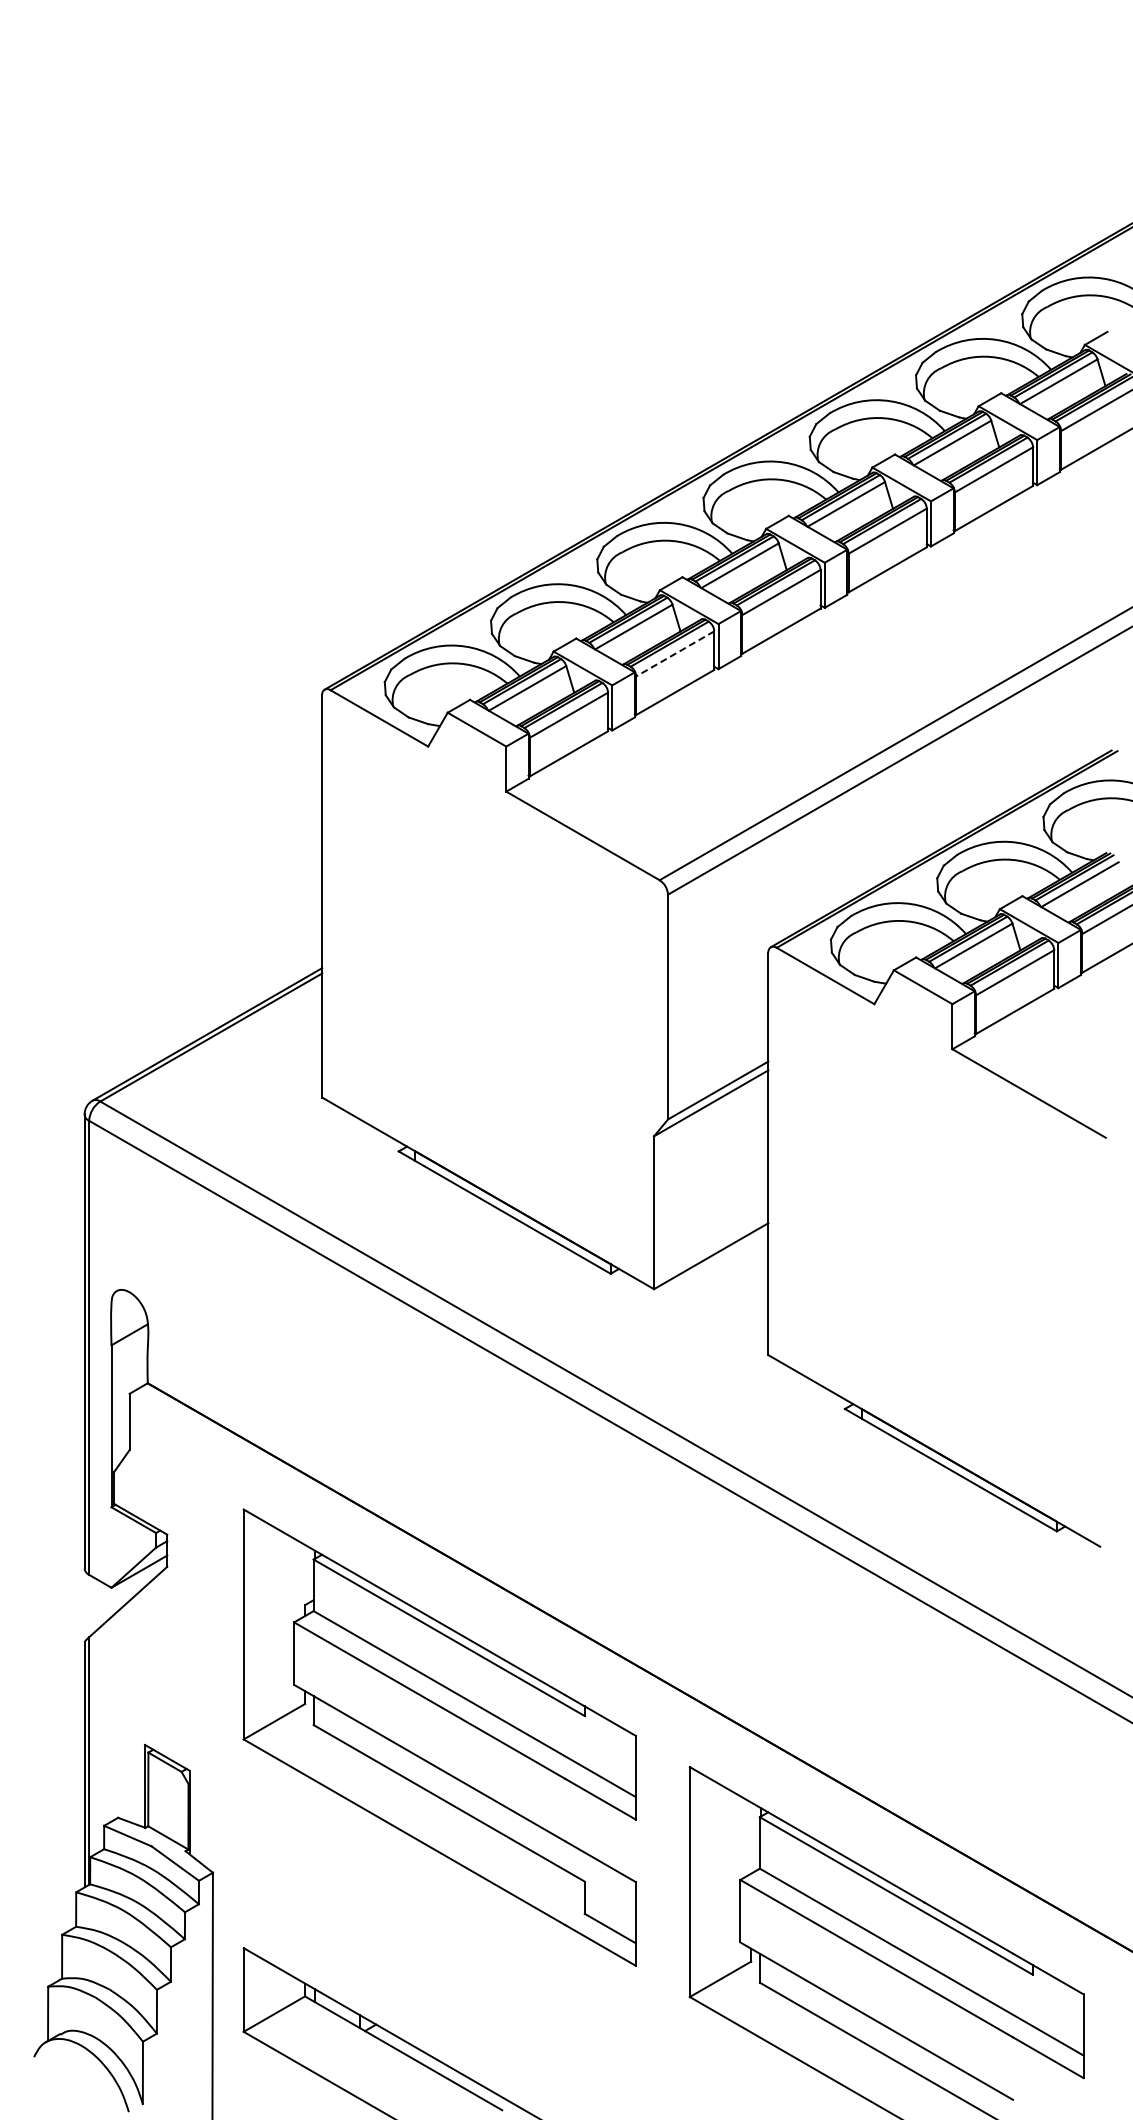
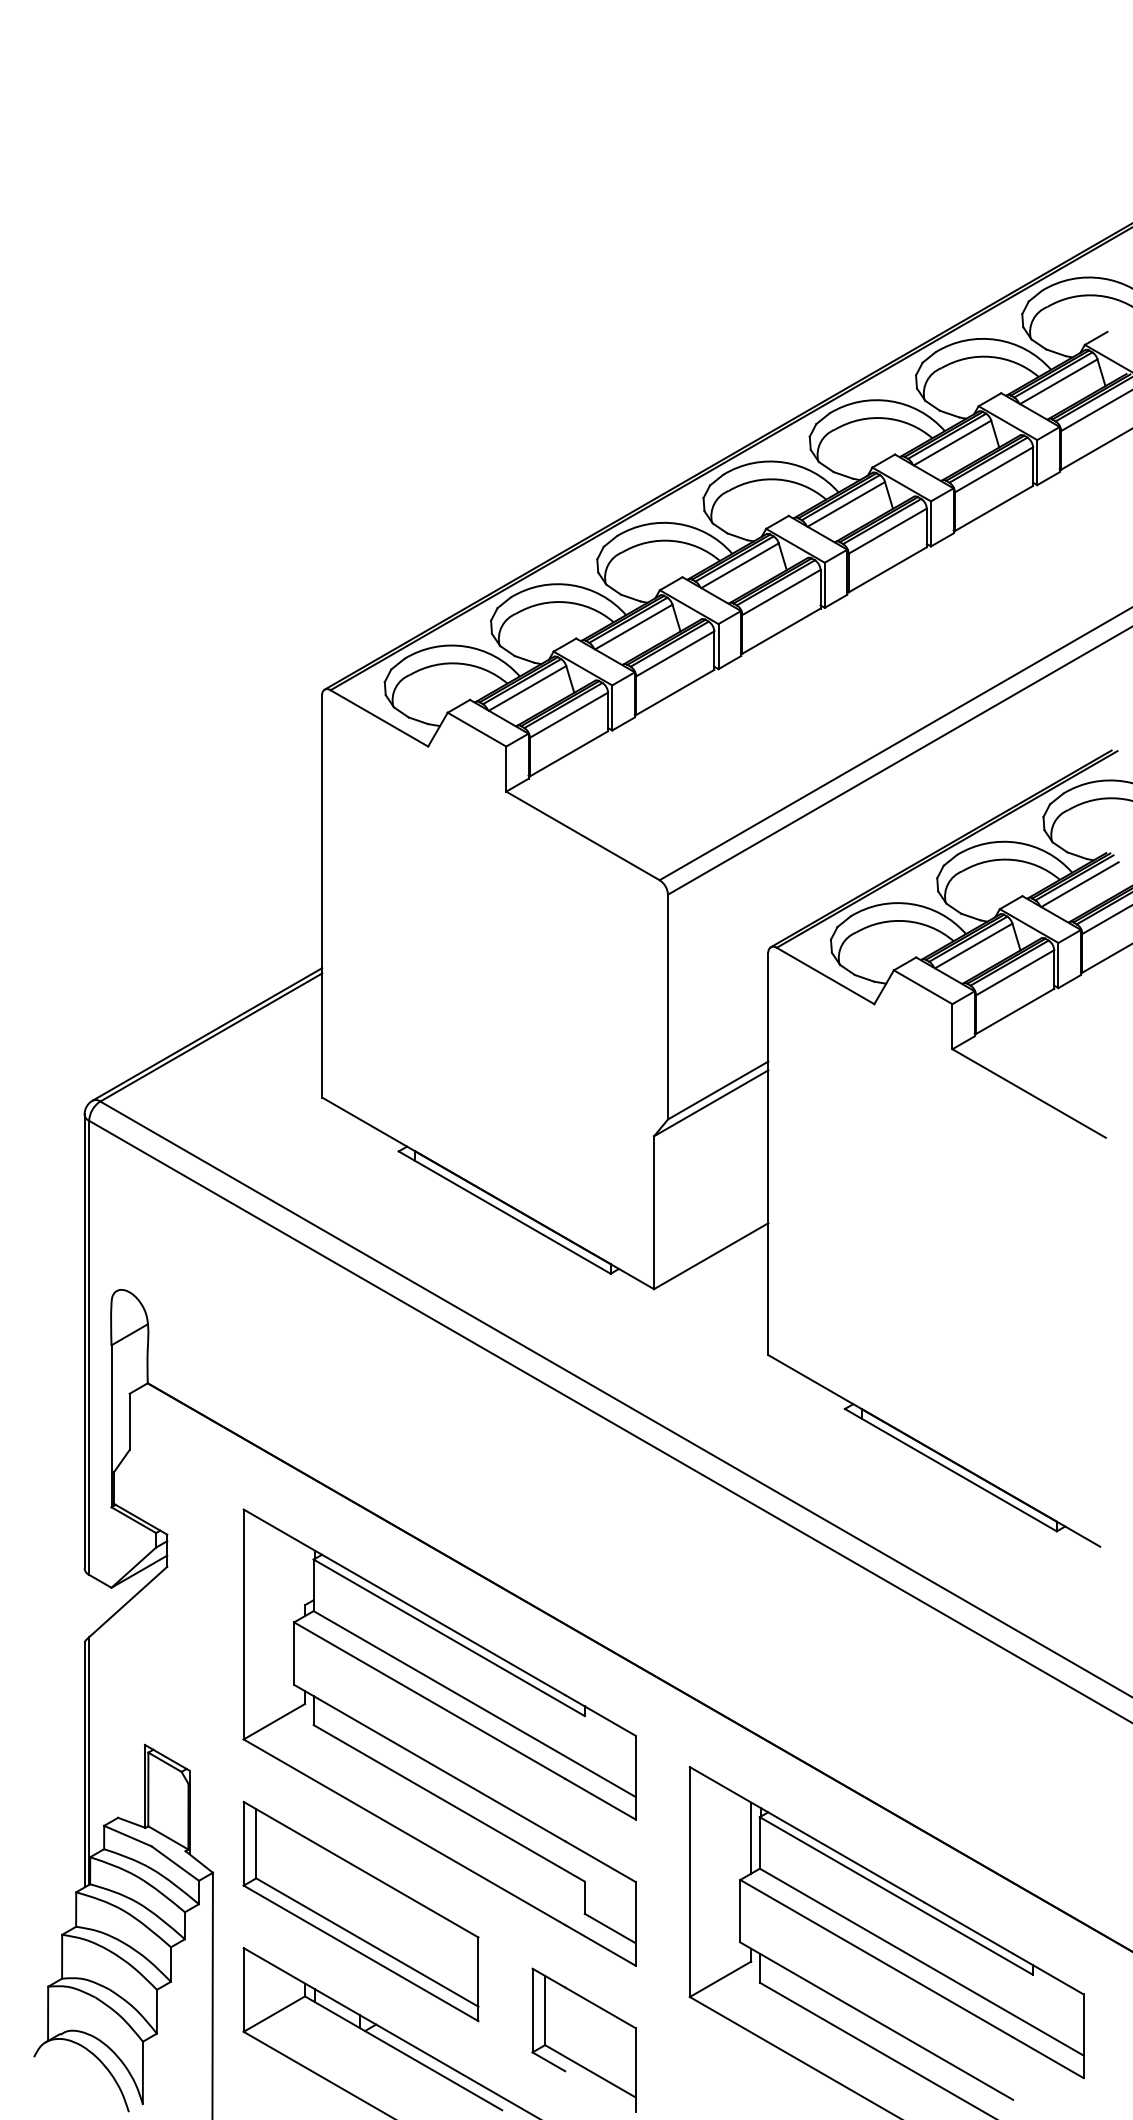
line at (674, 654): dashed -> solid
line at (751, 1837): none -> present
part at (360, 1911): none -> present
part at (583, 2039): none -> present
